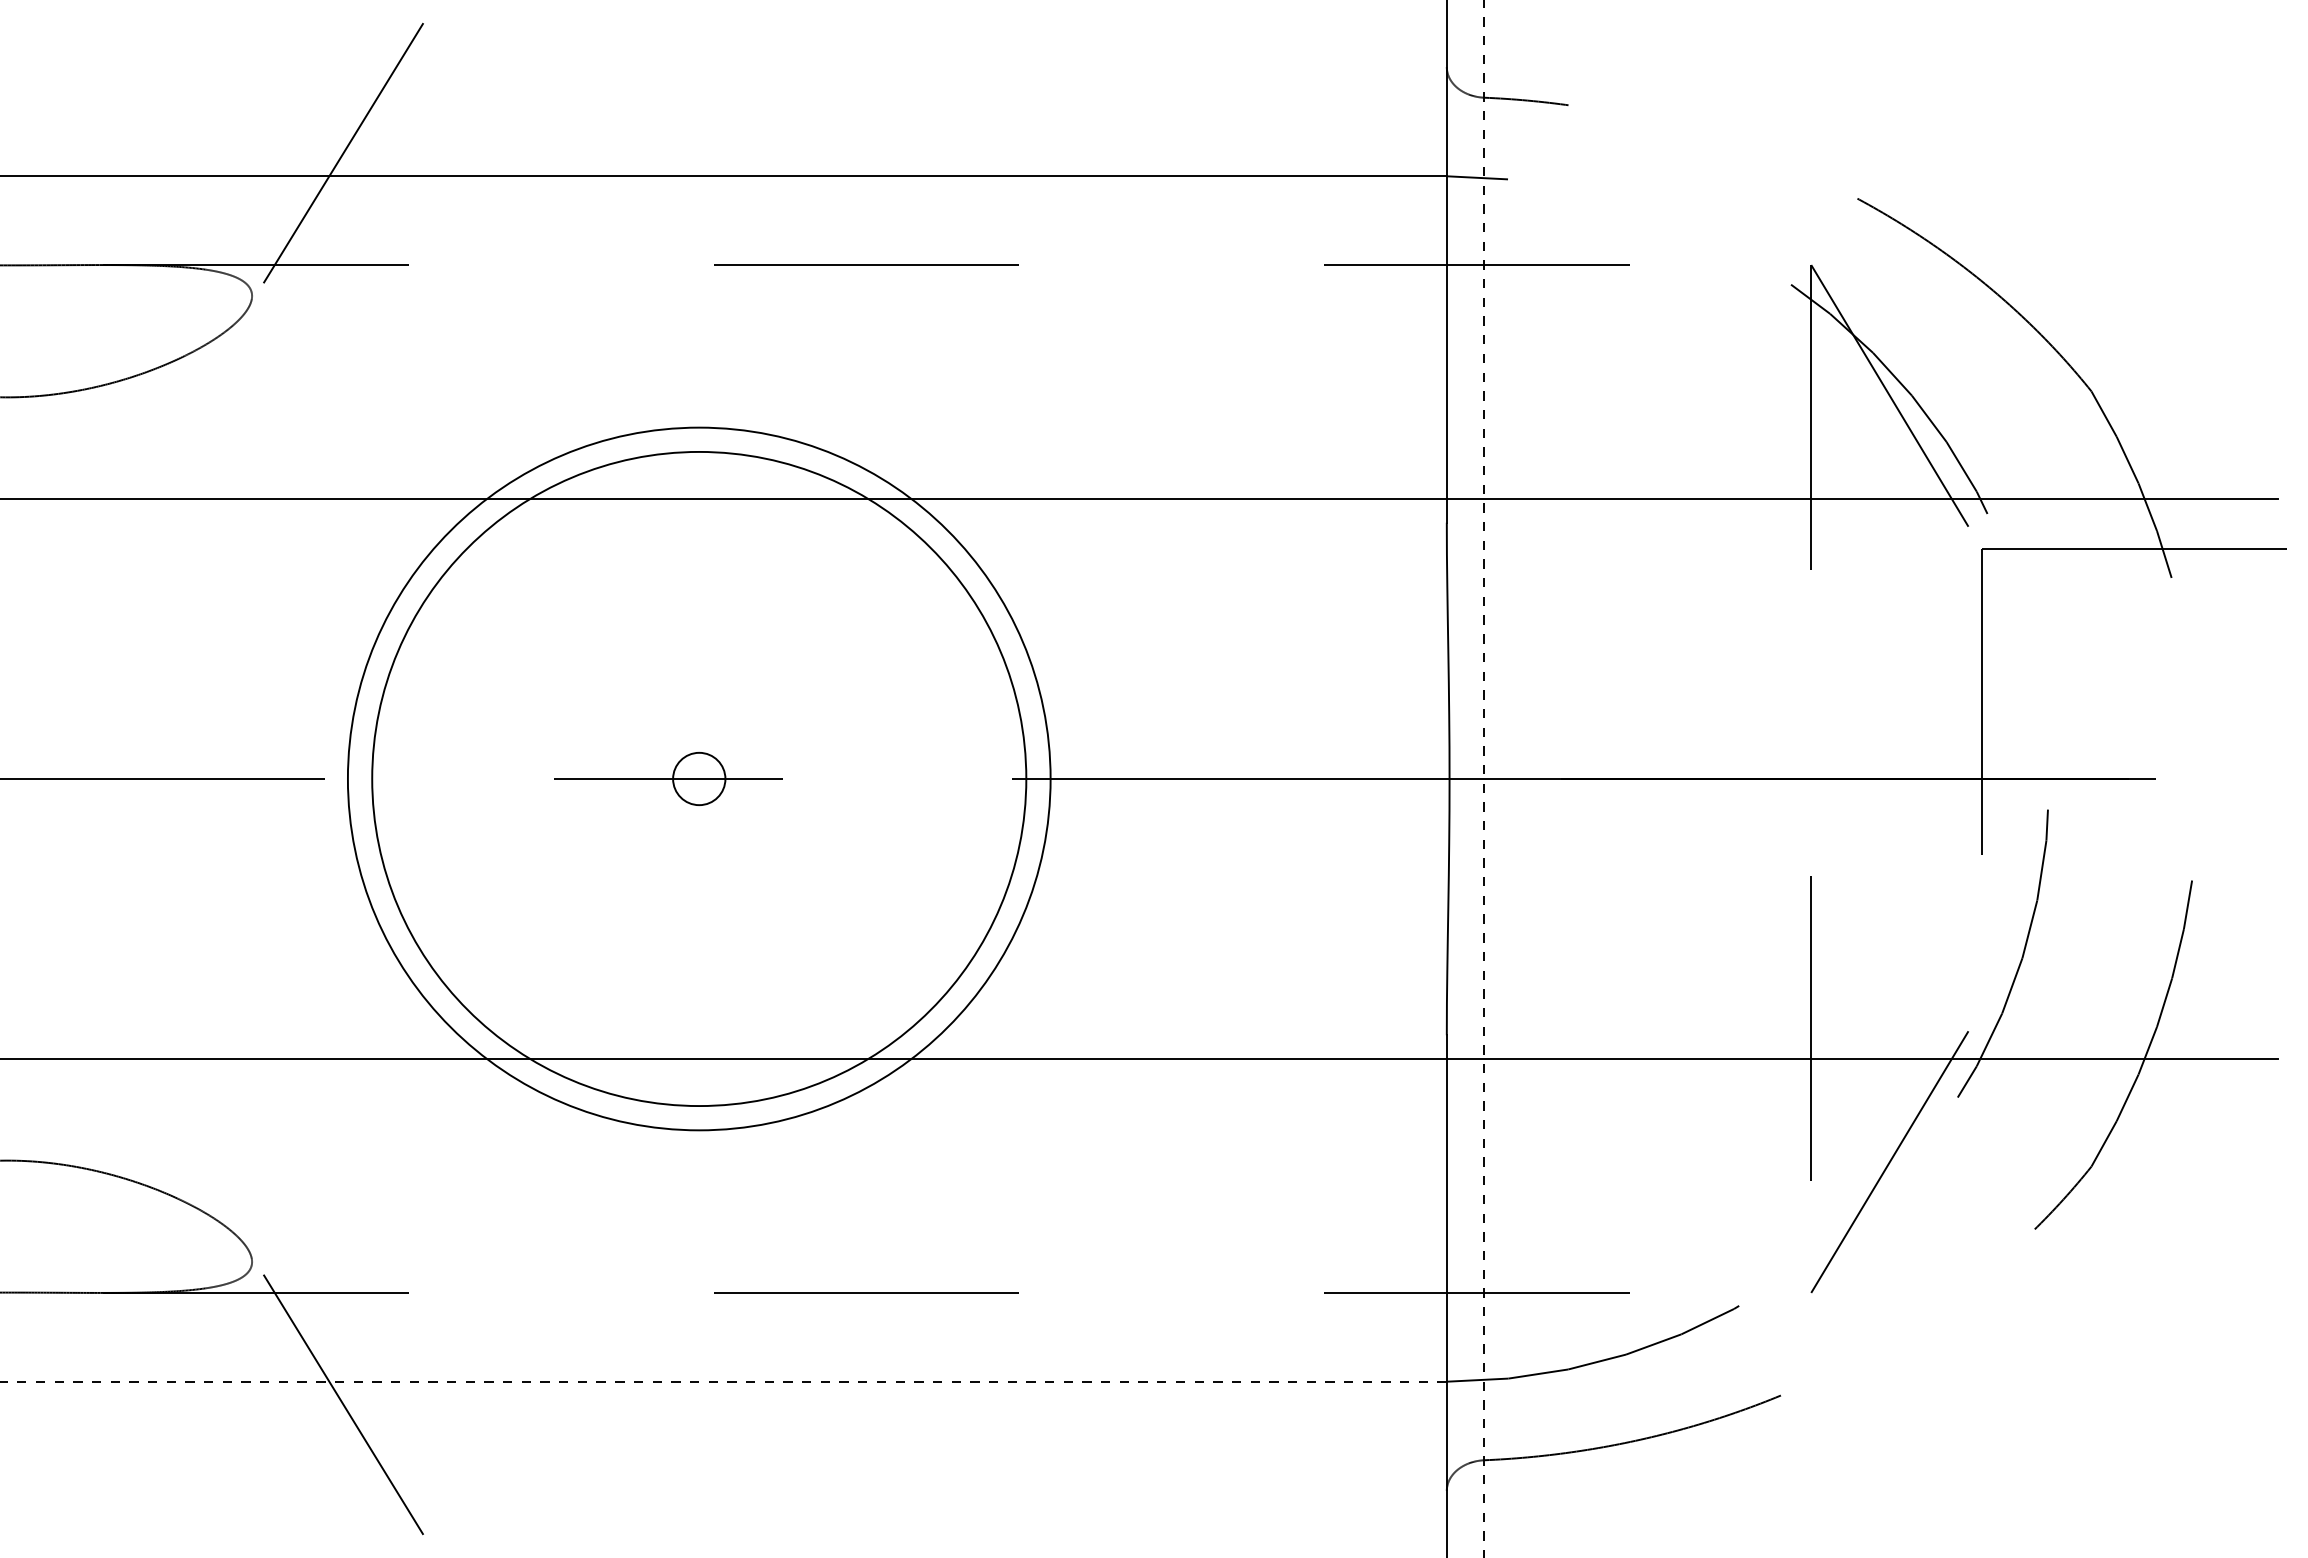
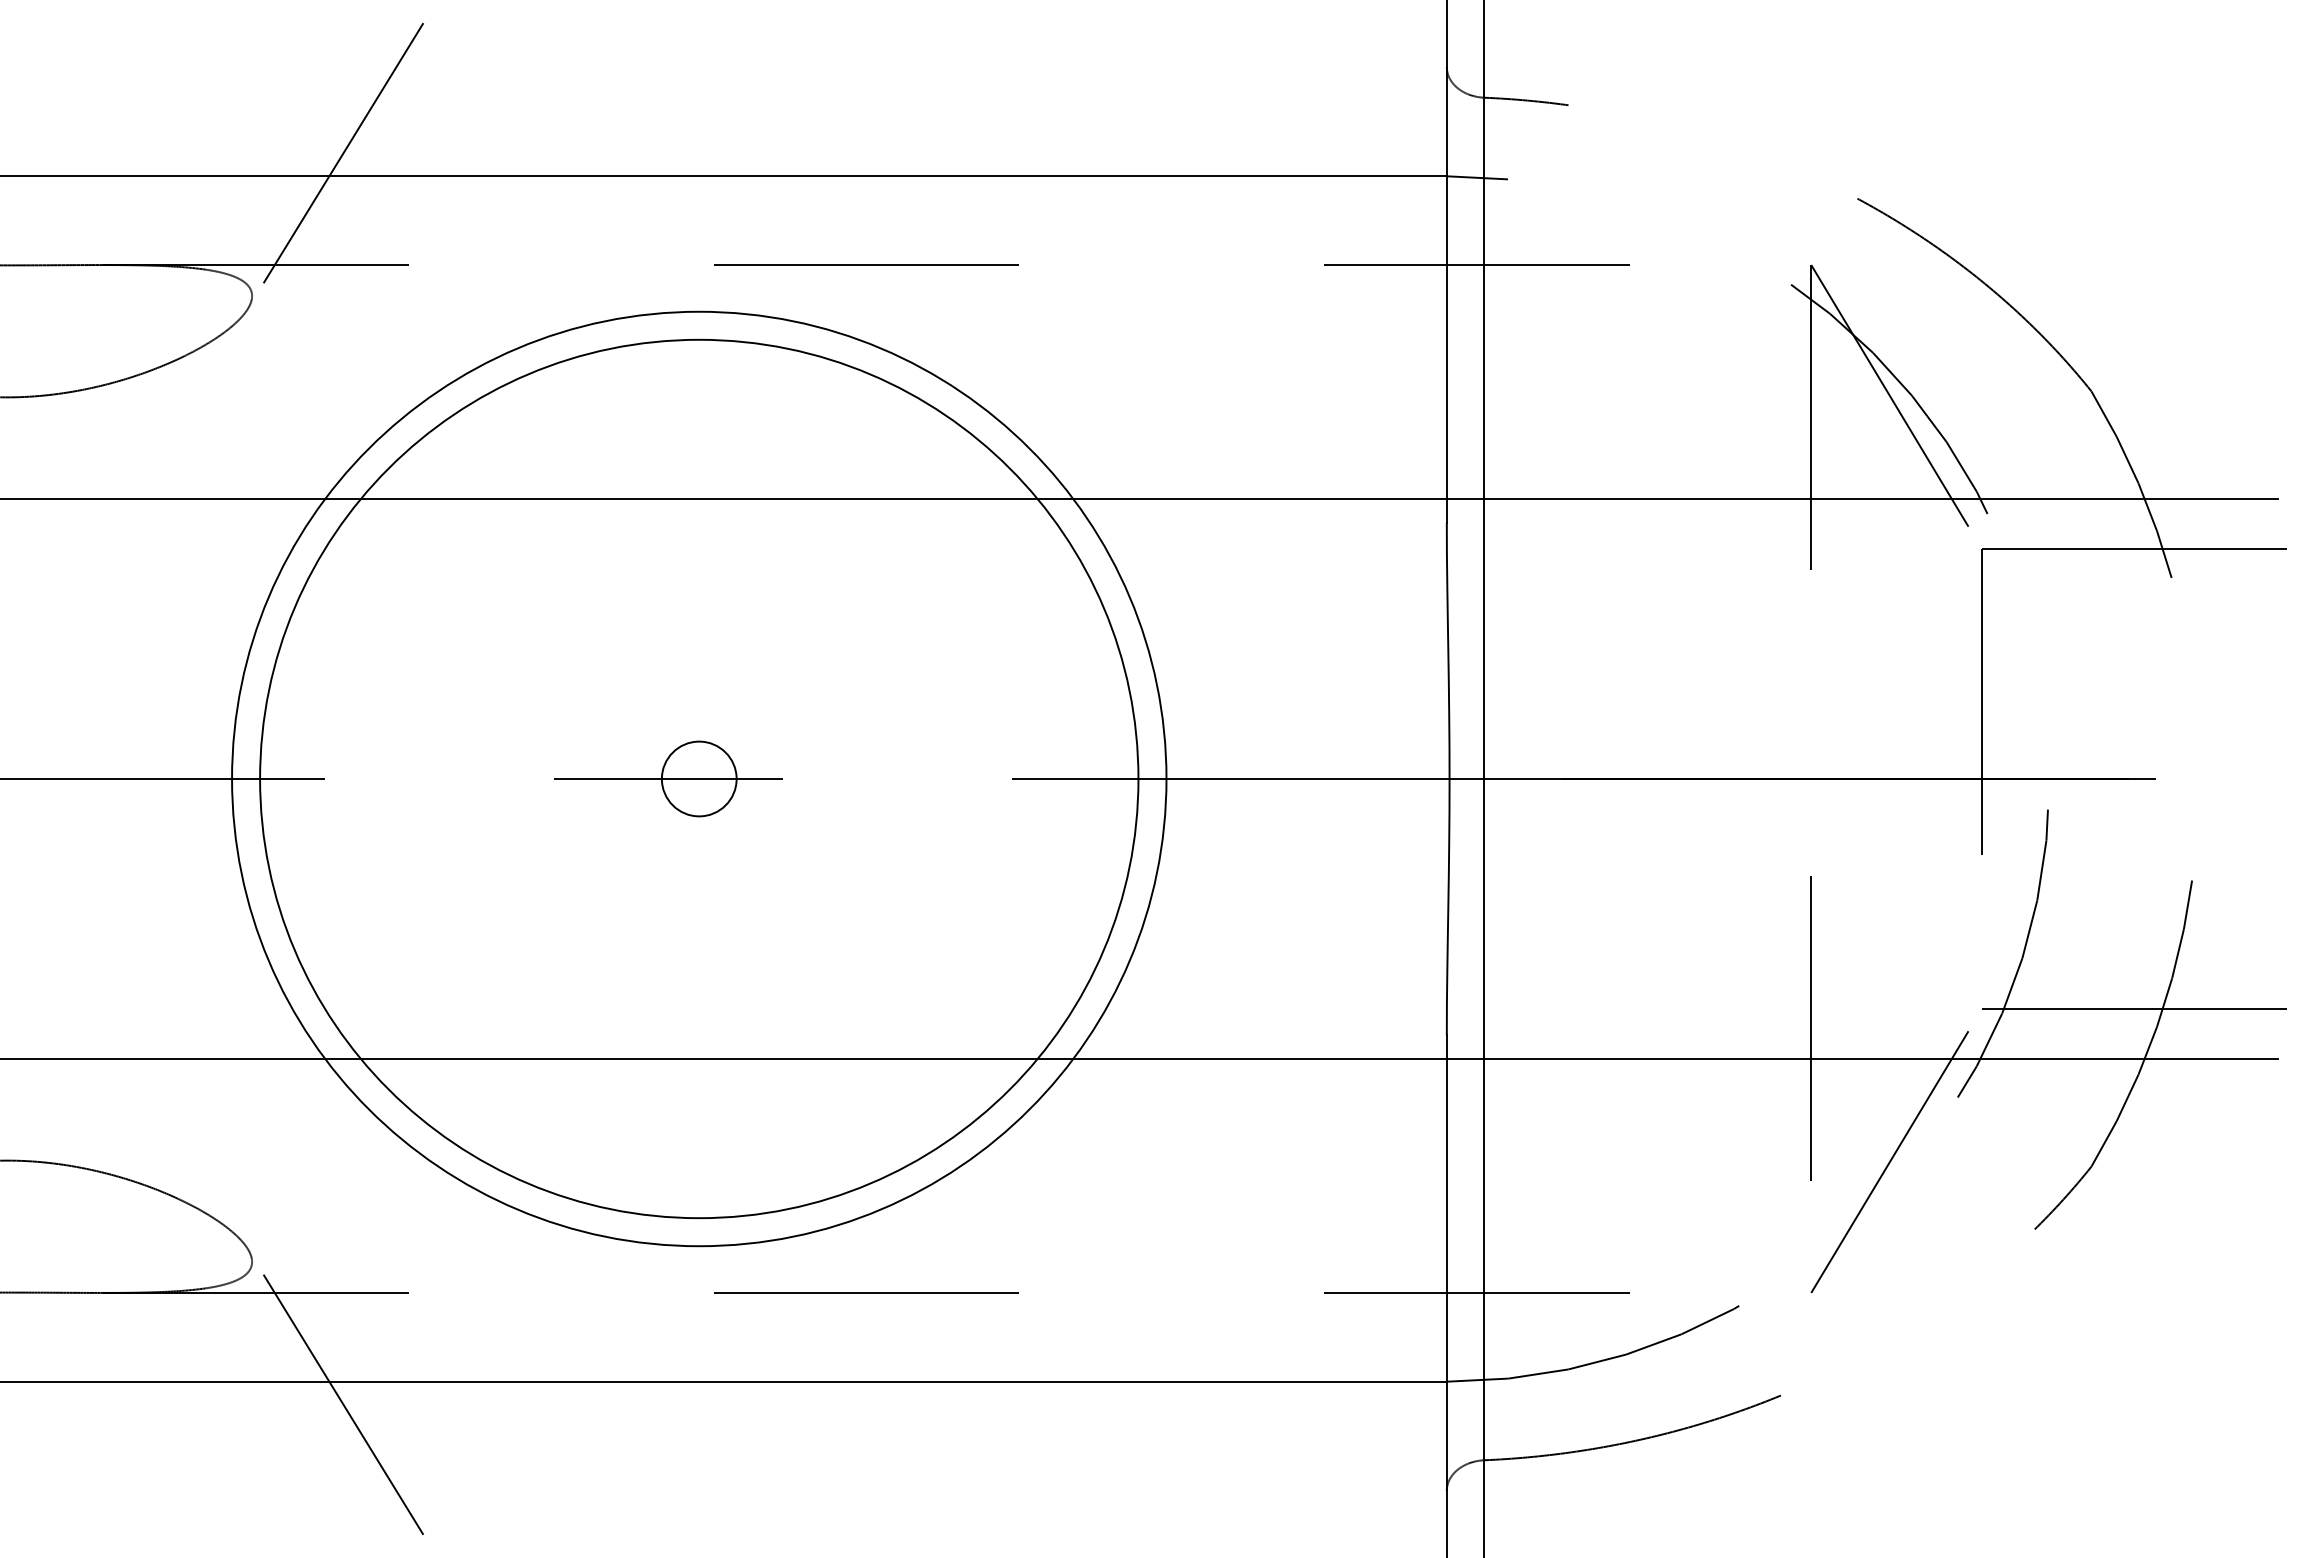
circle at (698, 778) diameter: 703 px -> 878 px
circle at (699, 778) diameter: 52 px -> 75 px
circle at (699, 778) diameter: 654 px -> 934 px
line at (1484, 779): dashed -> solid
line at (2143, 1008): none -> present
line at (722, 1381): dashed -> solid
